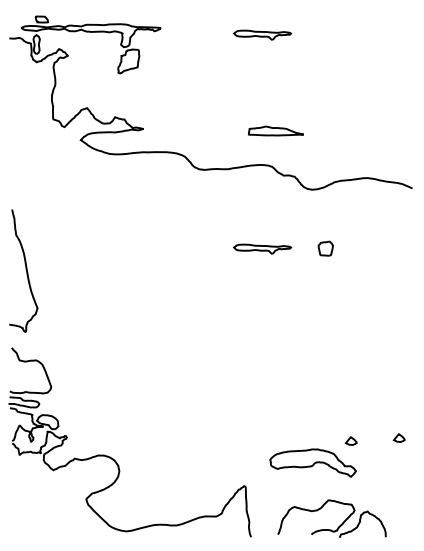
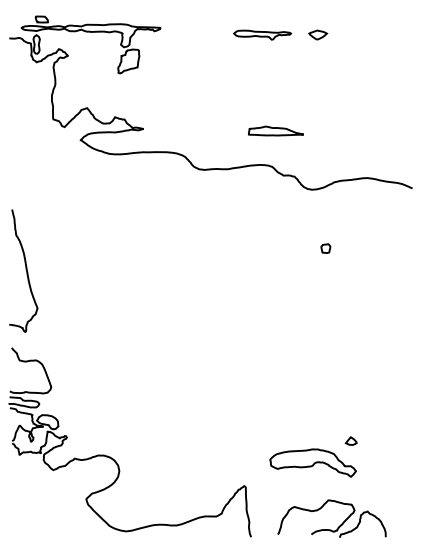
part at (318, 34): none -> present
part at (262, 248): present -> none
part at (325, 248) size: 17x17 px -> 12x11 px
part at (398, 437): present -> none
